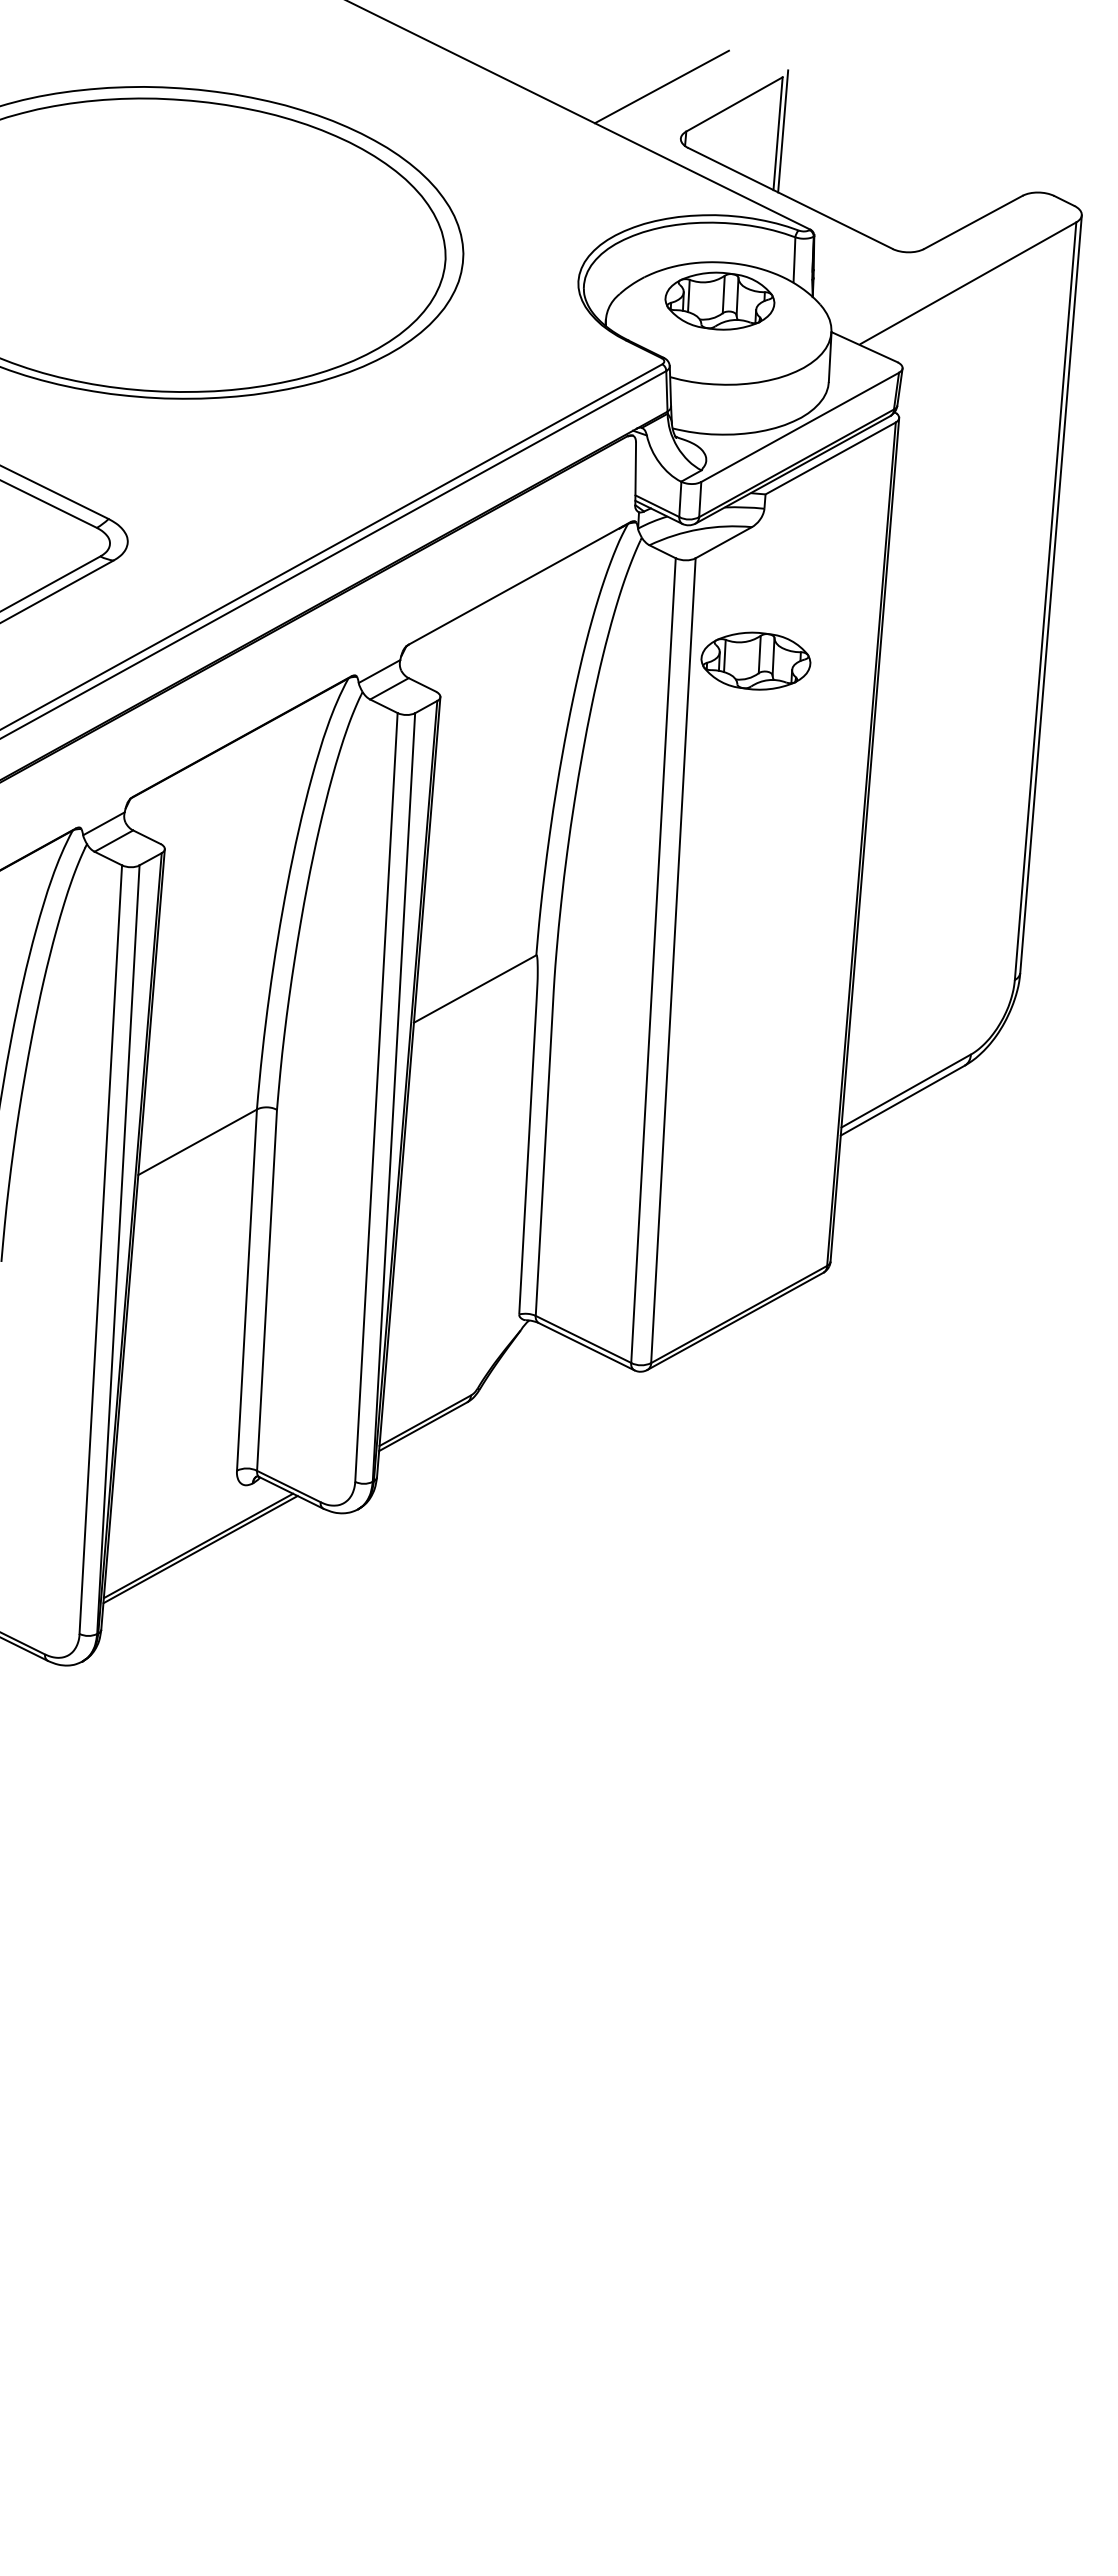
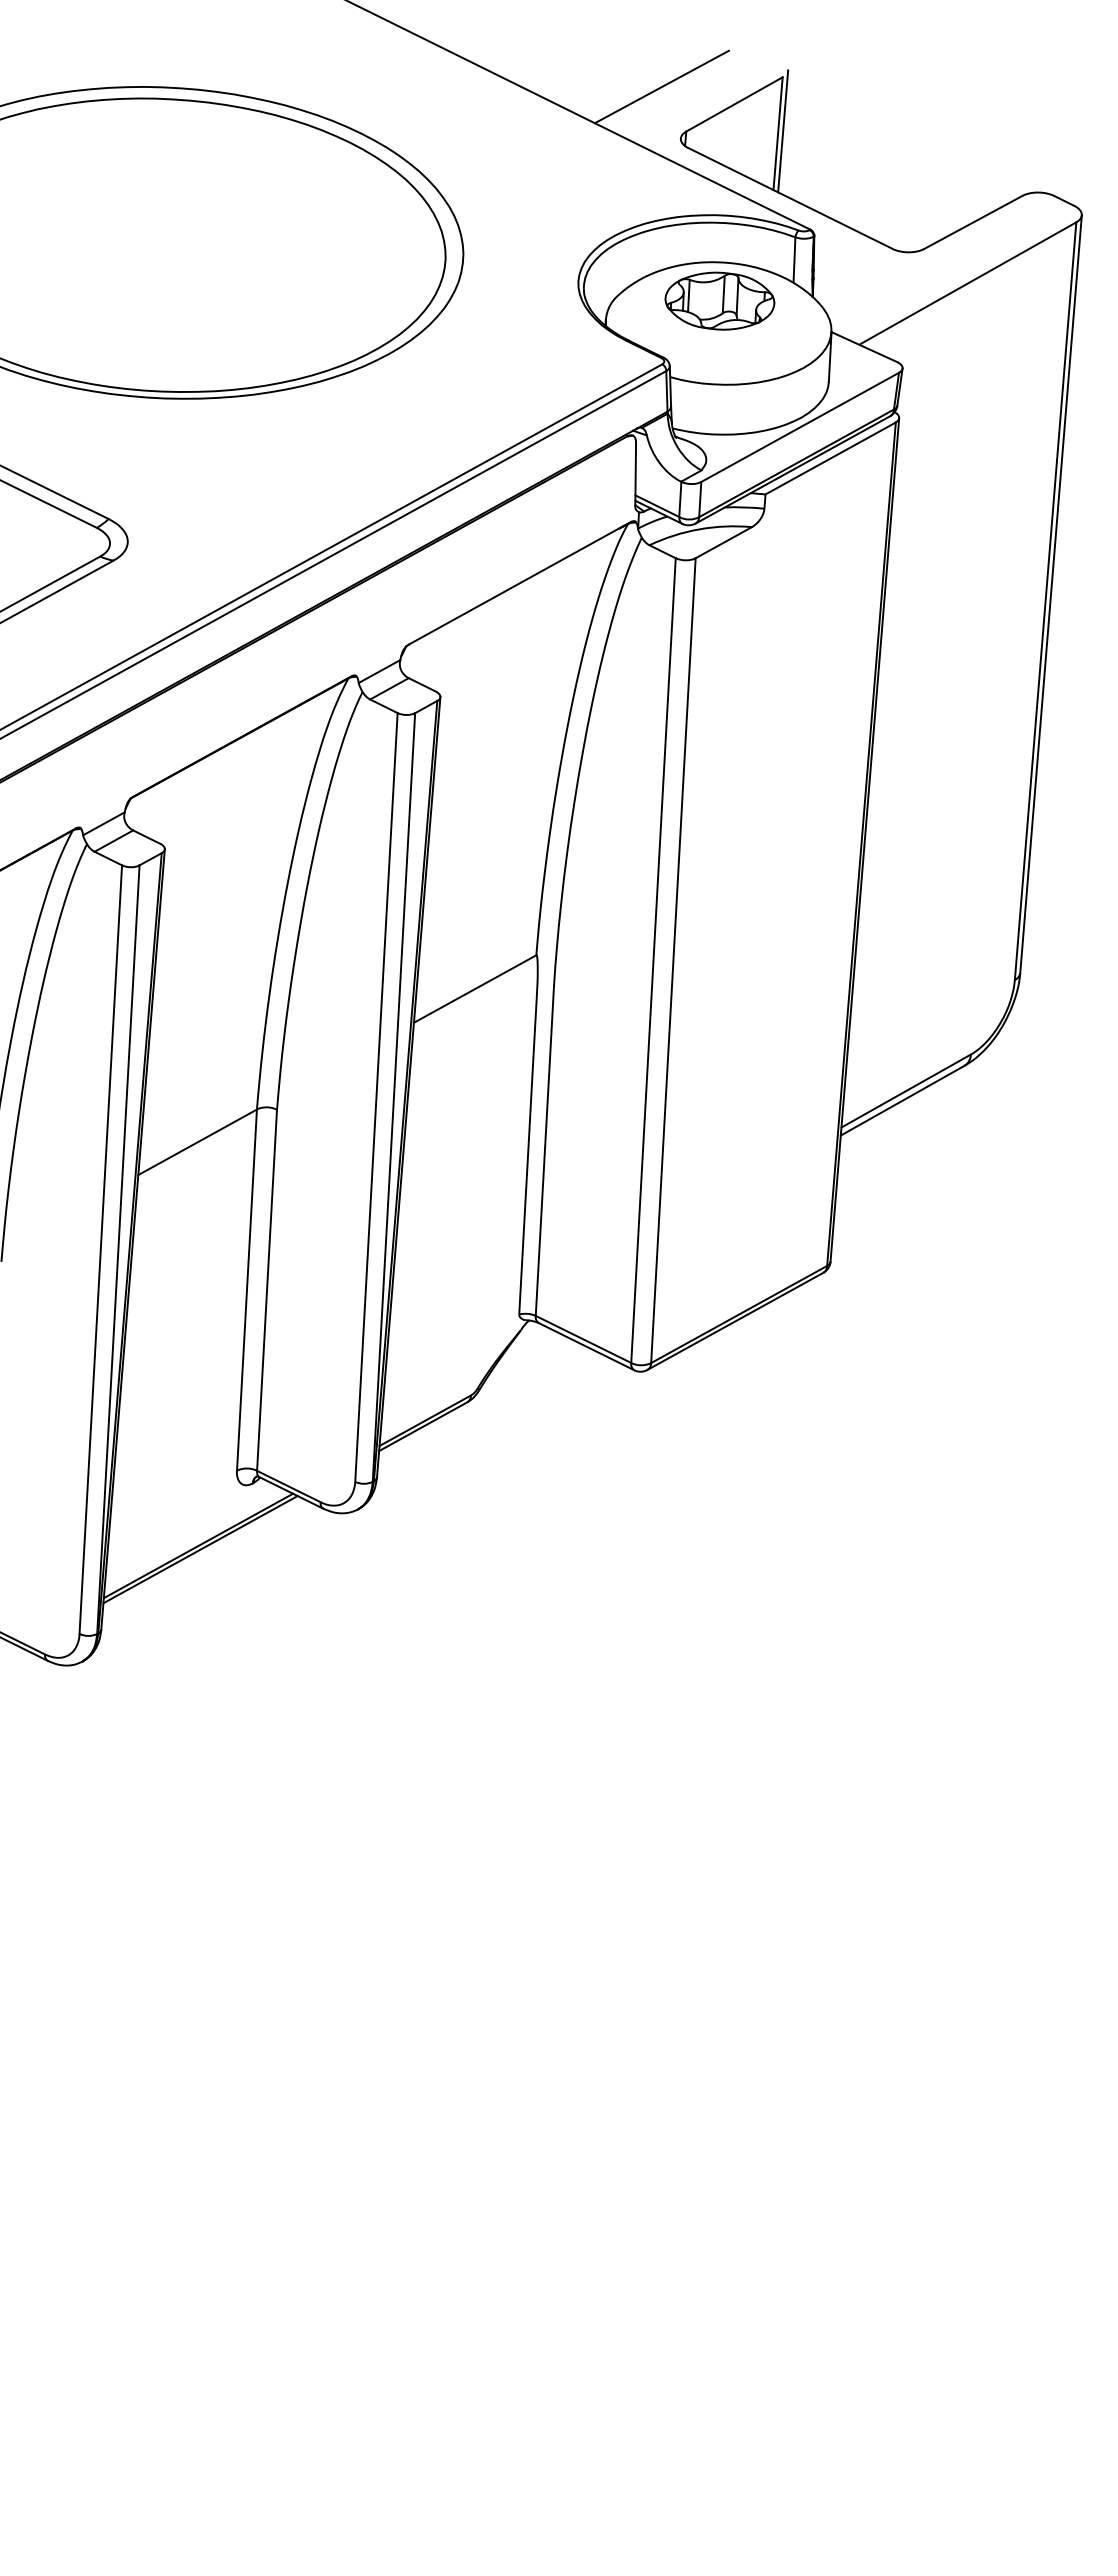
part at (755, 660): present -> none
